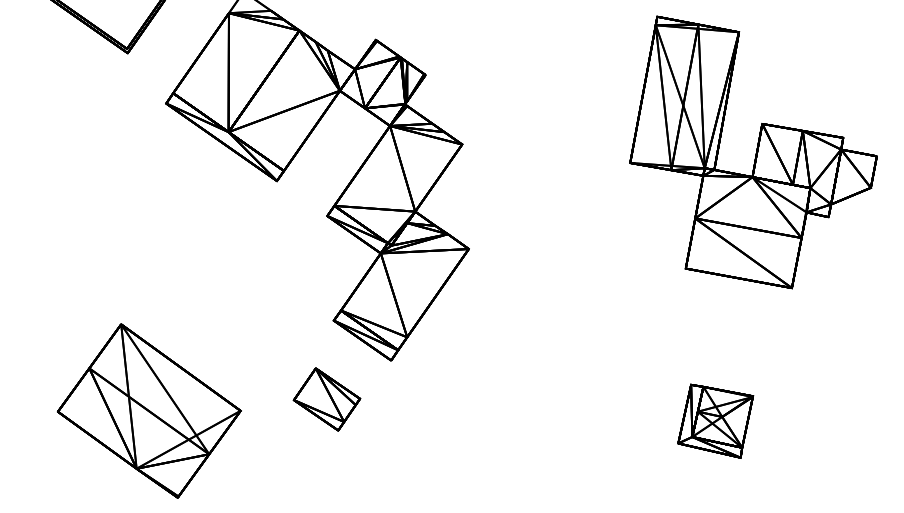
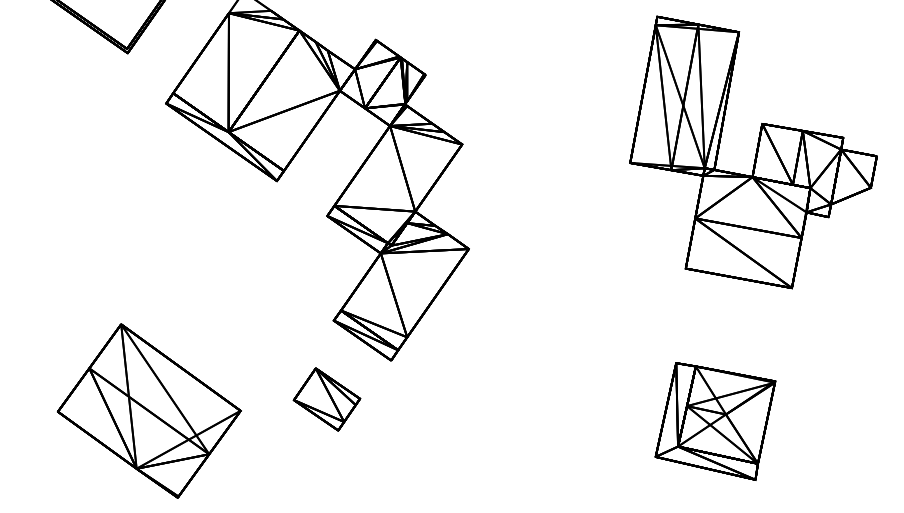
part at (715, 420) size: 78x76 px -> 123x119 px
